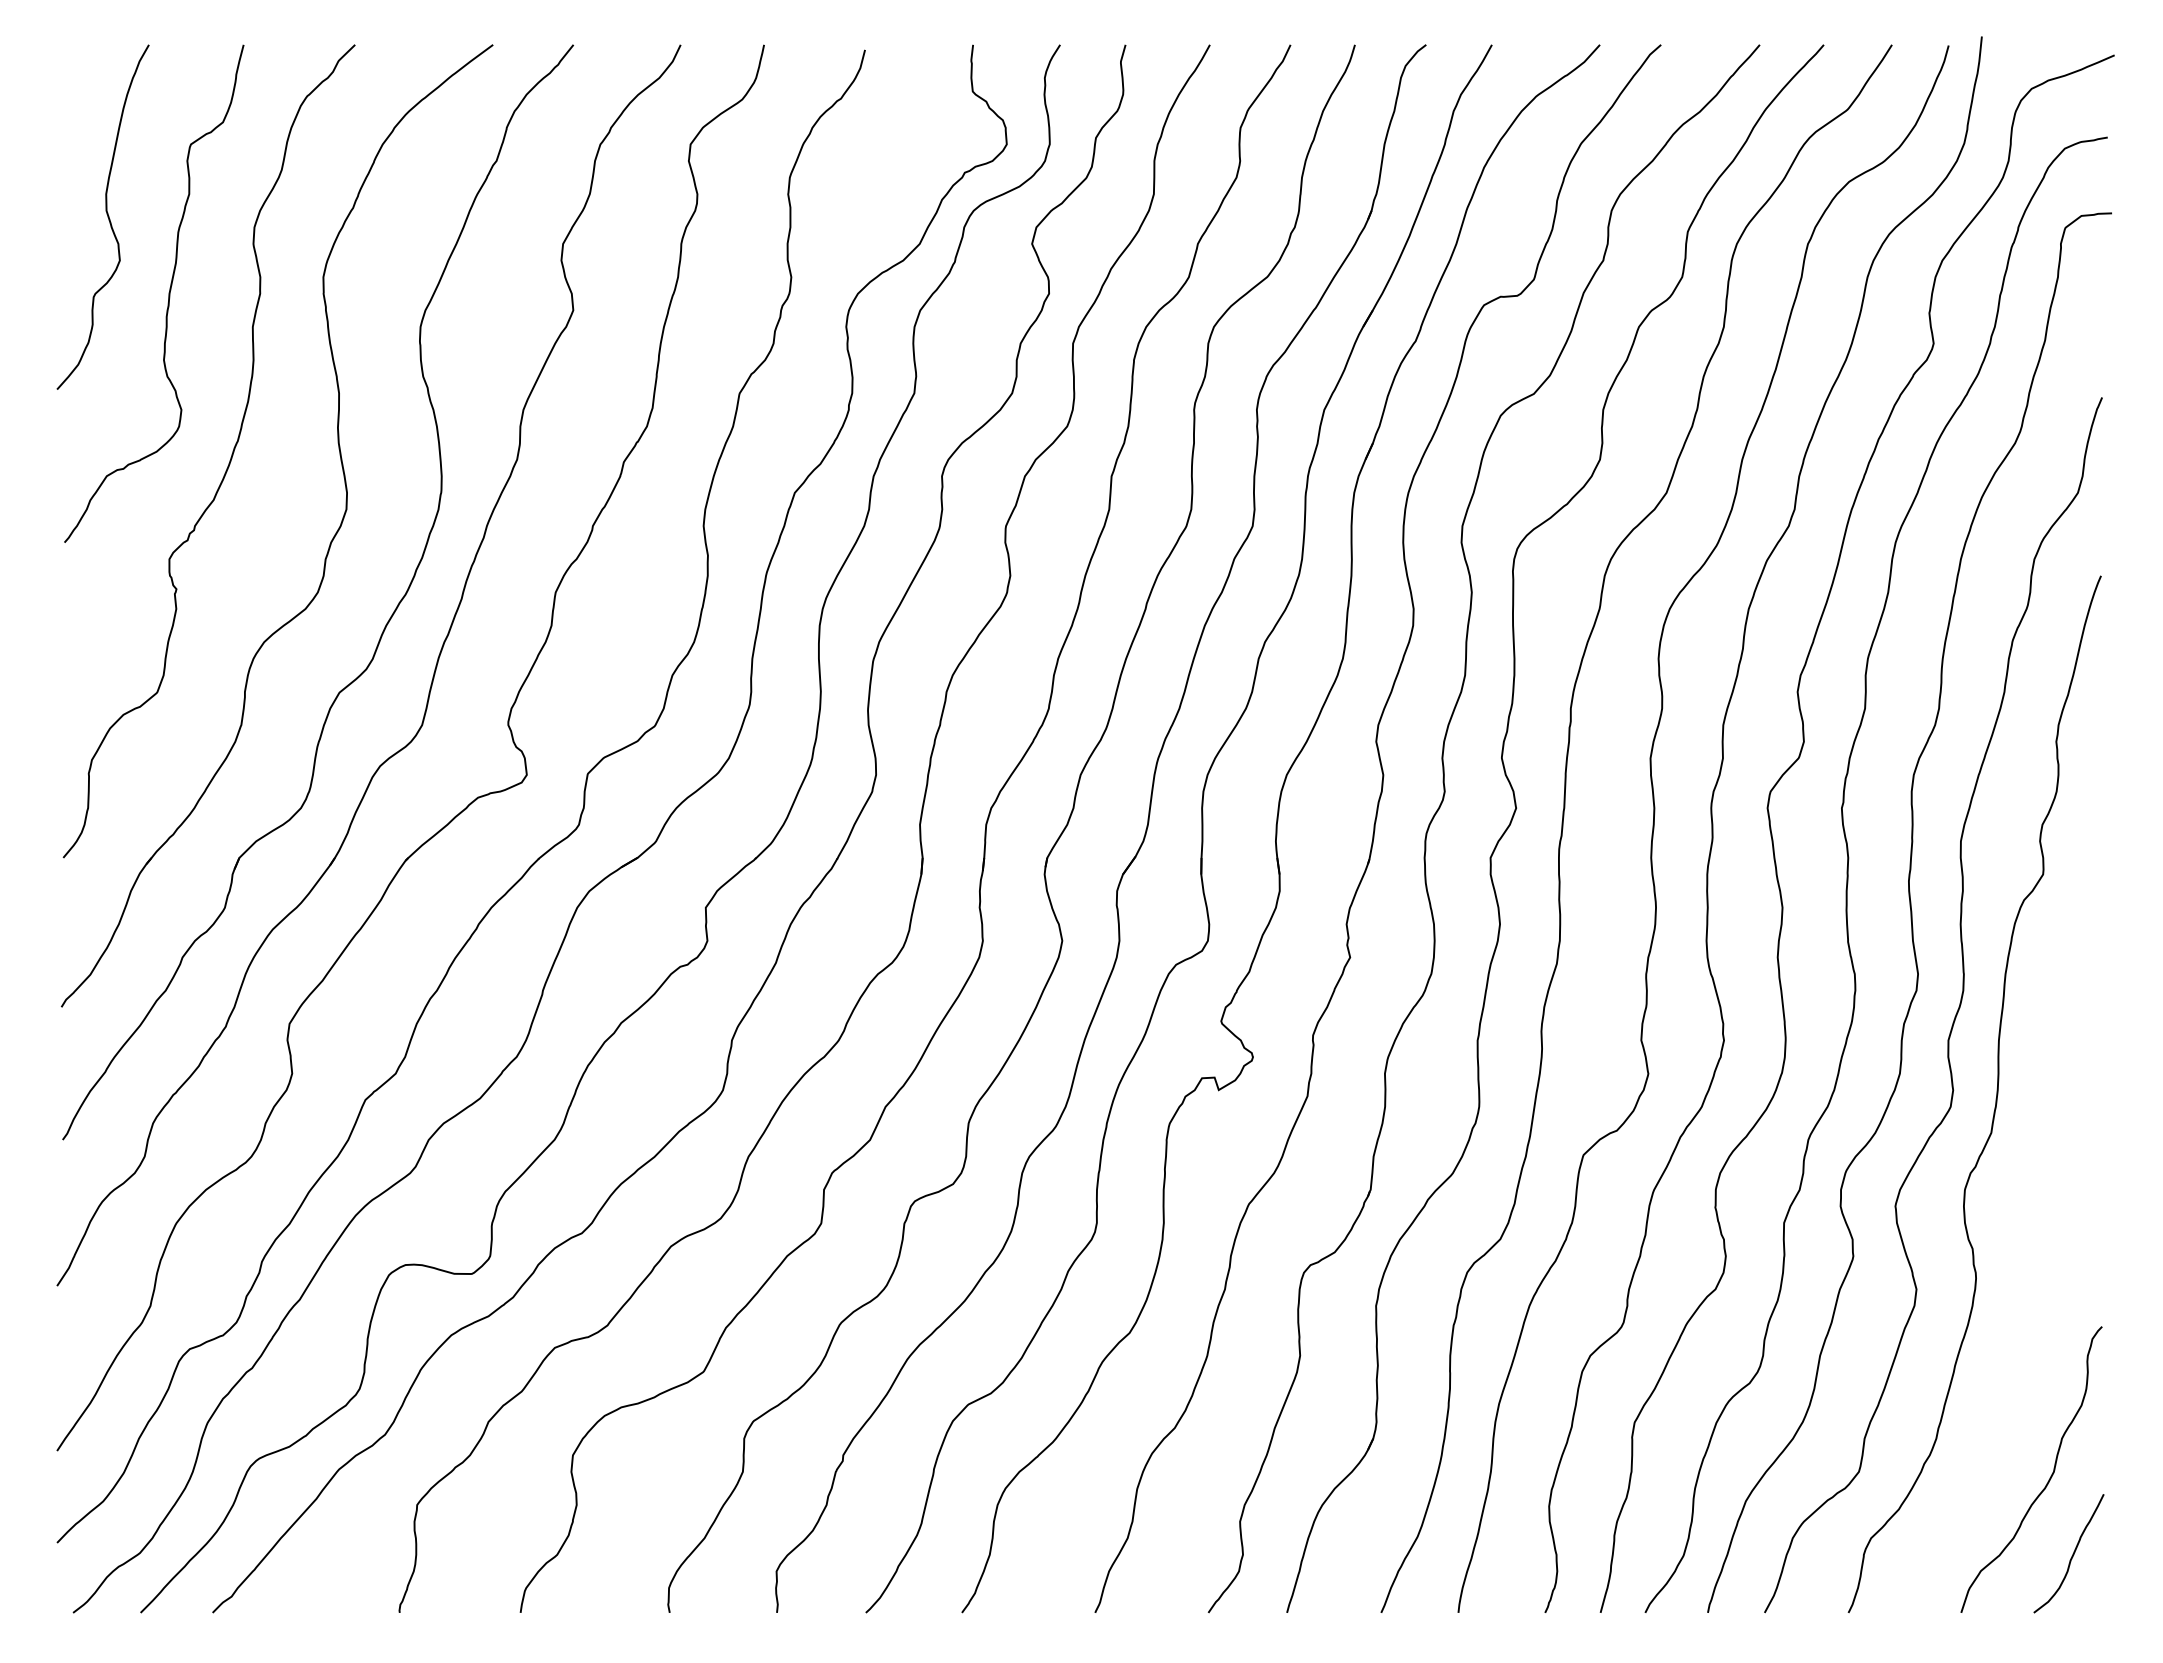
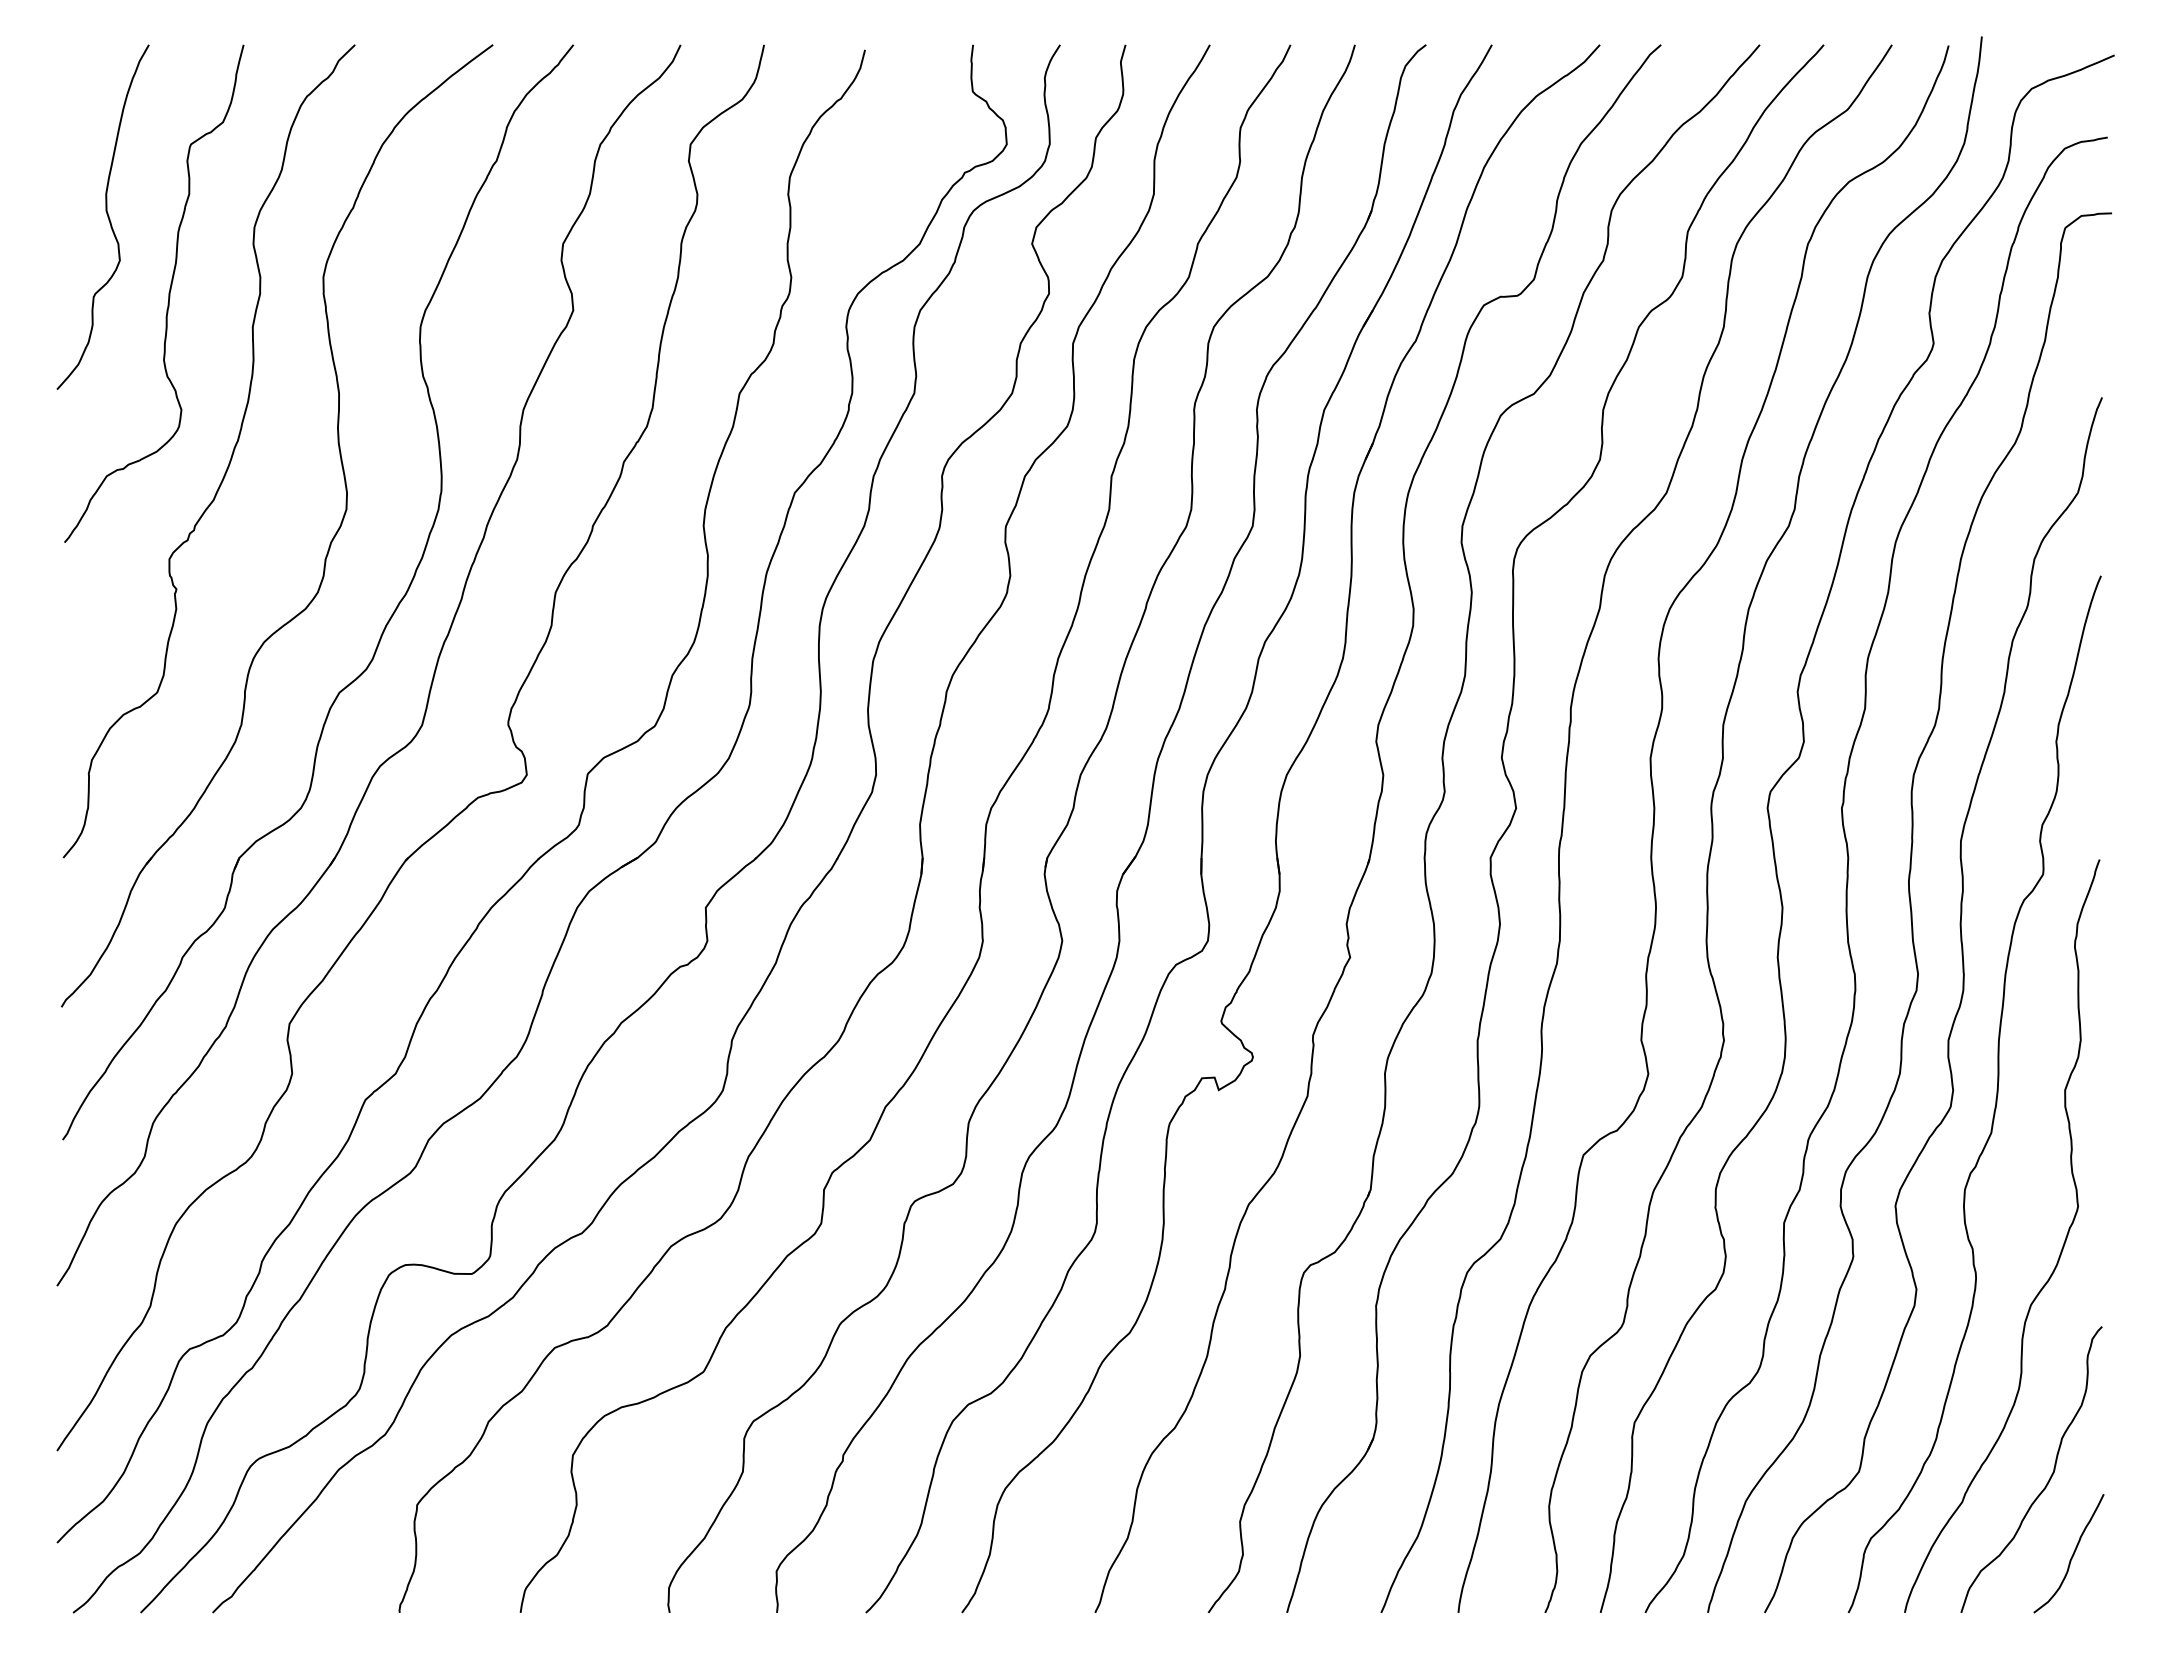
curve at (2057, 1259): none -> present
